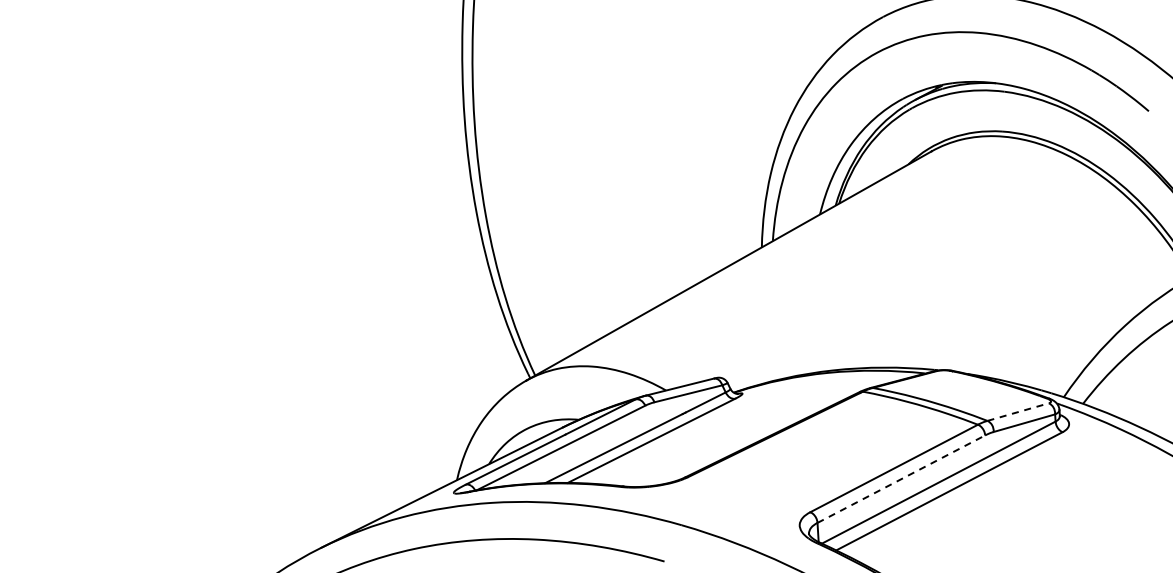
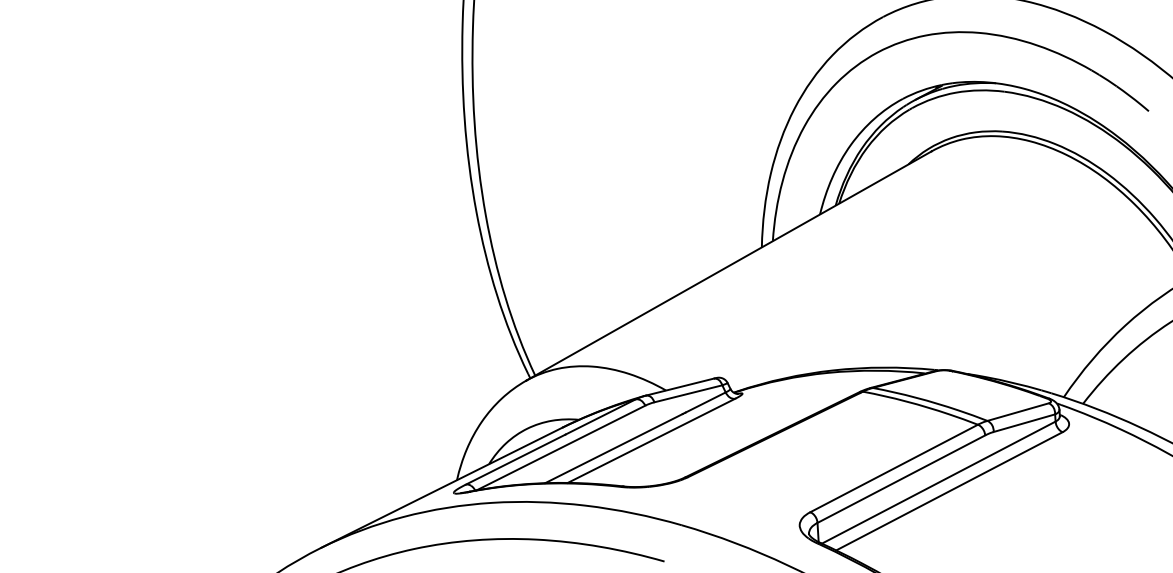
line at (1018, 412): dashed -> solid
line at (901, 479): dashed -> solid
